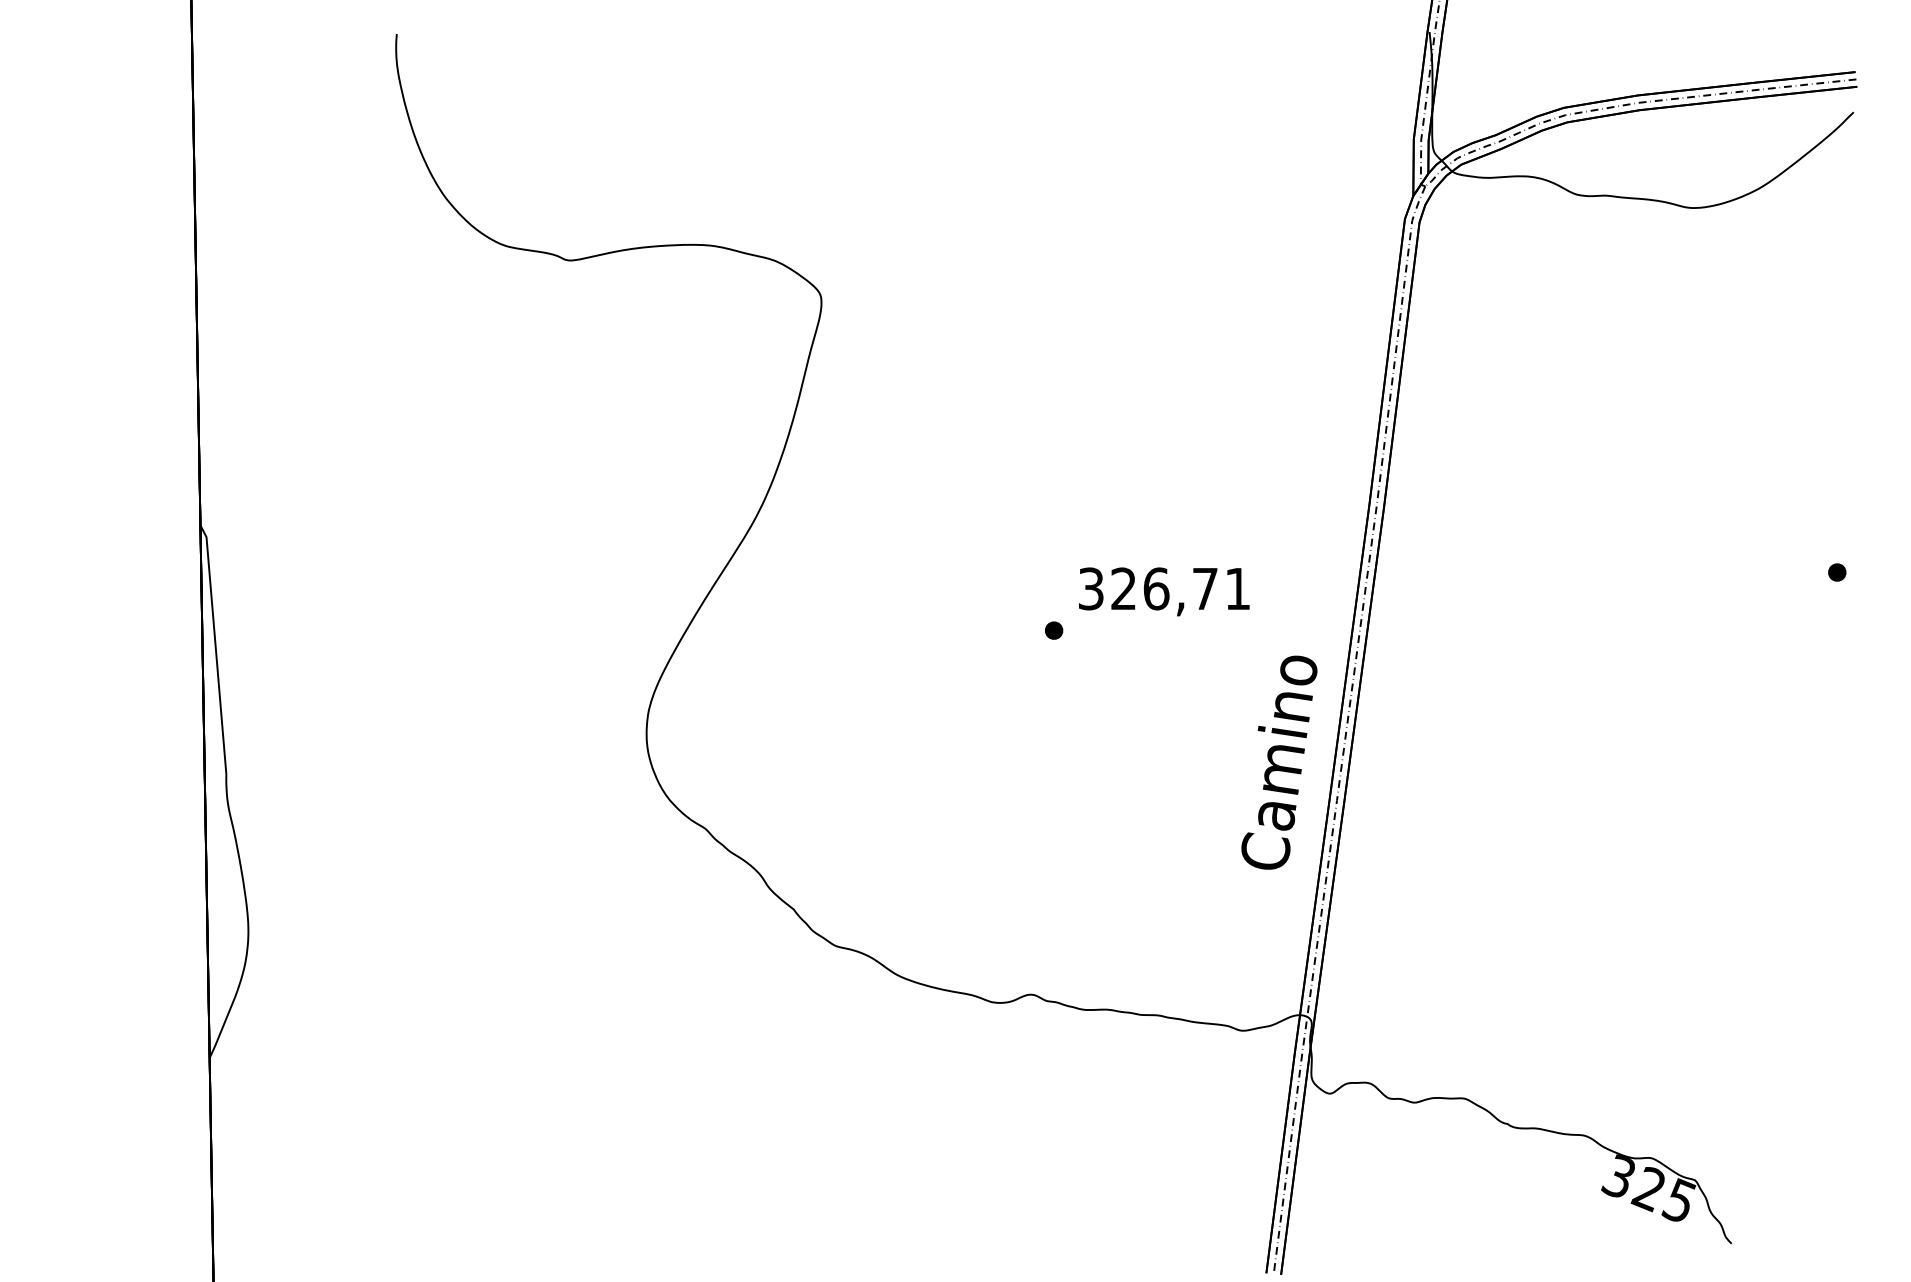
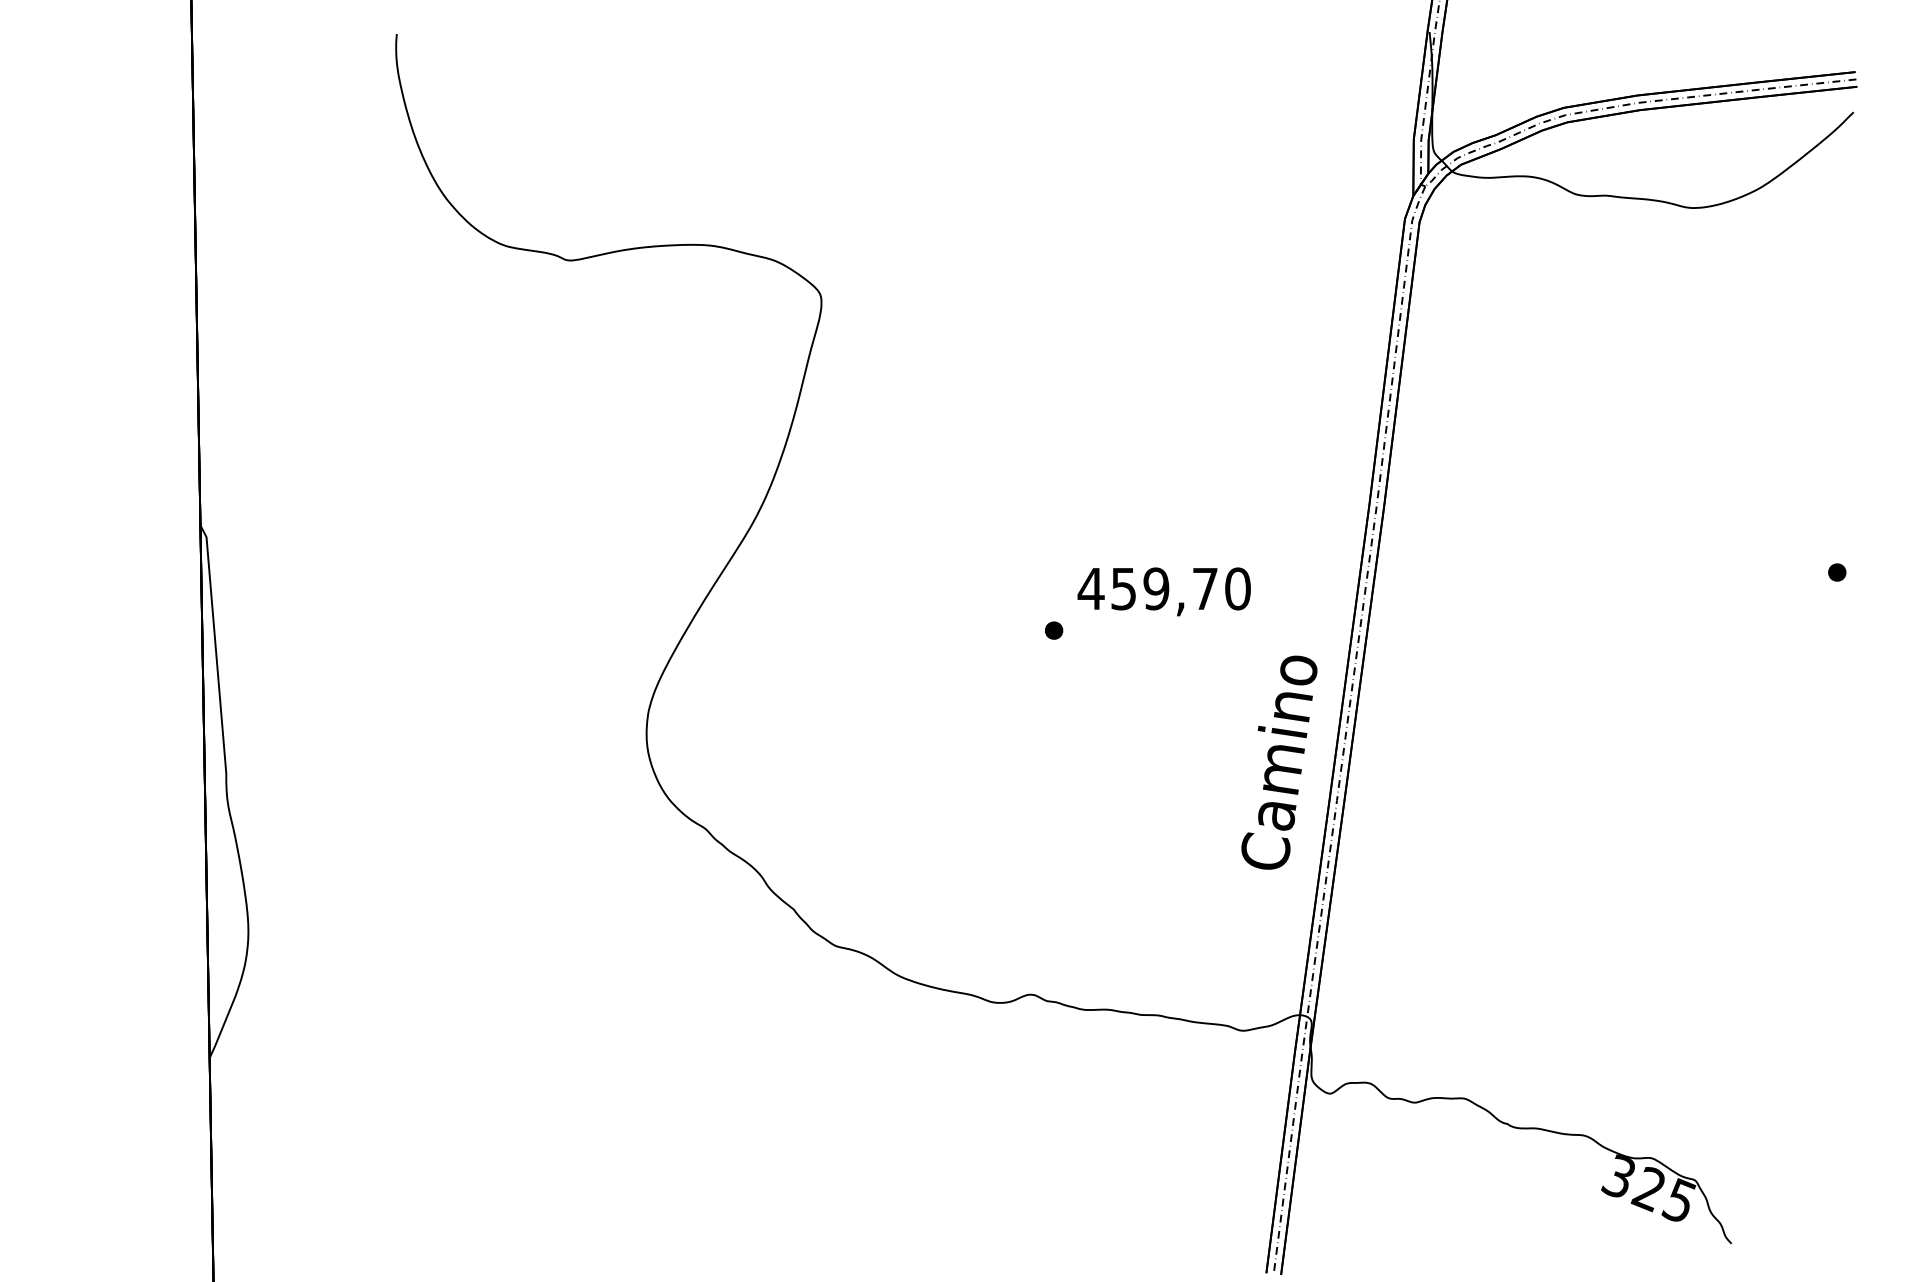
text at (1163, 588): 326,71 -> 459,70
